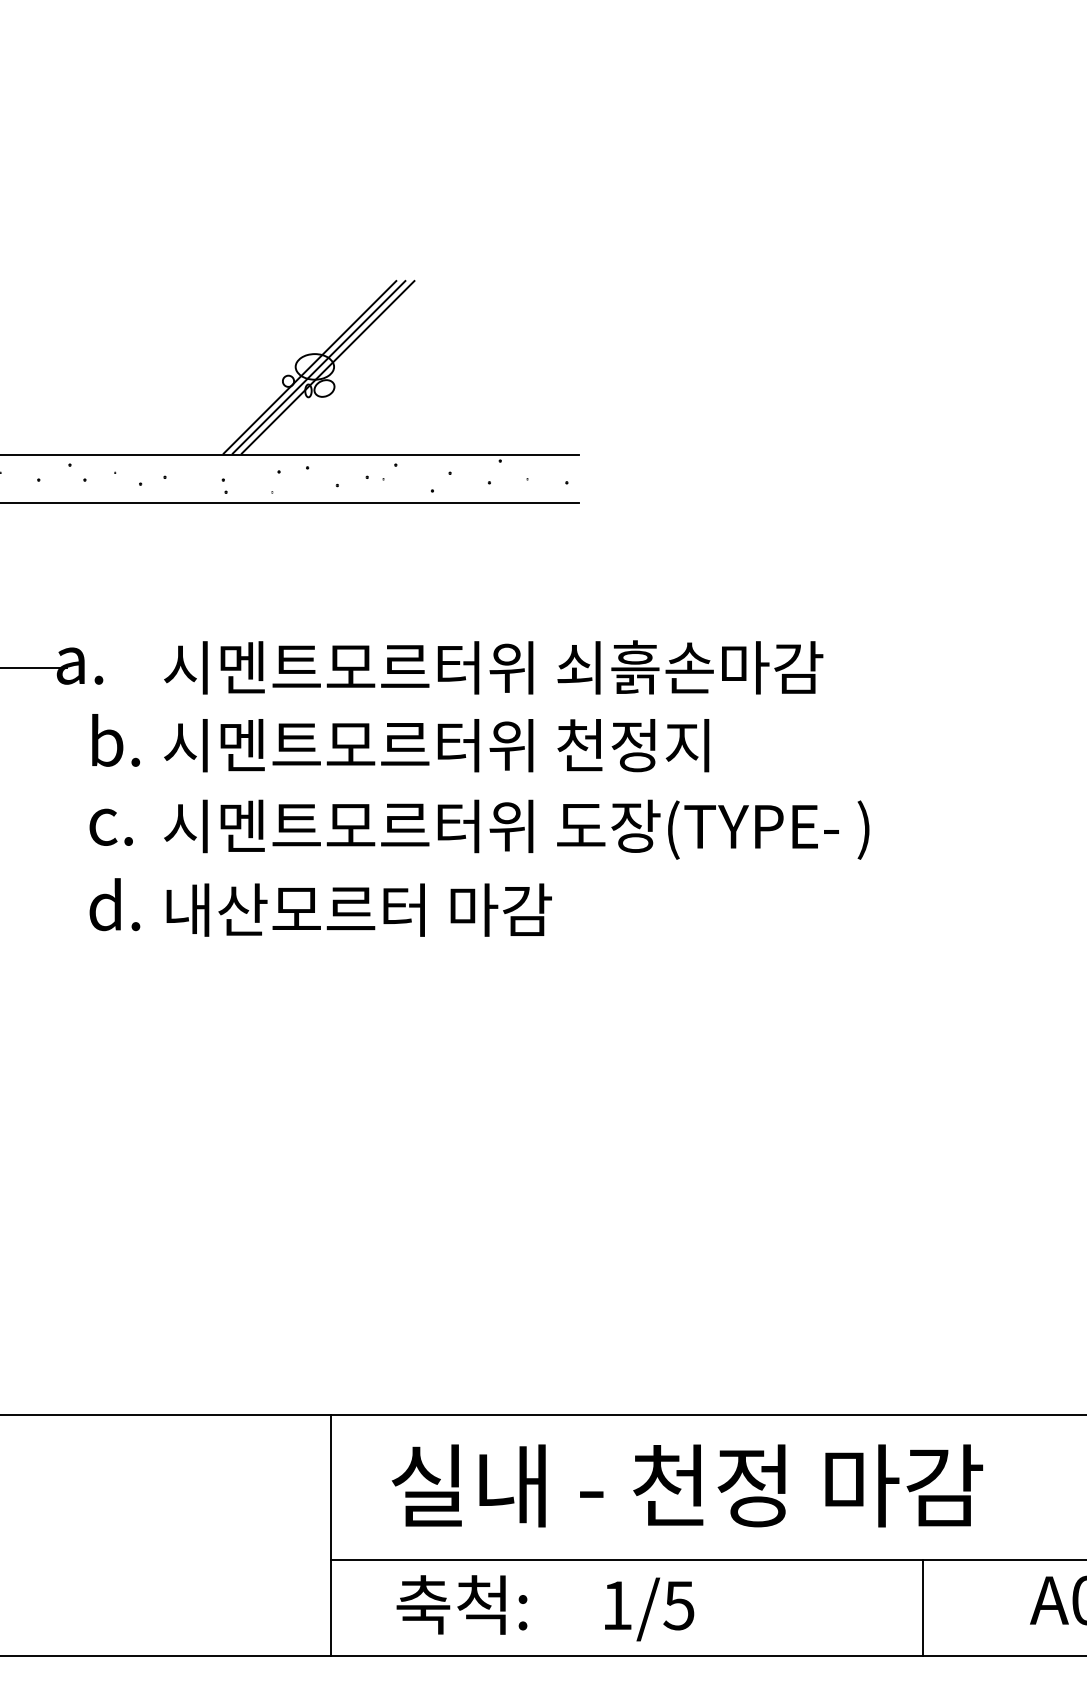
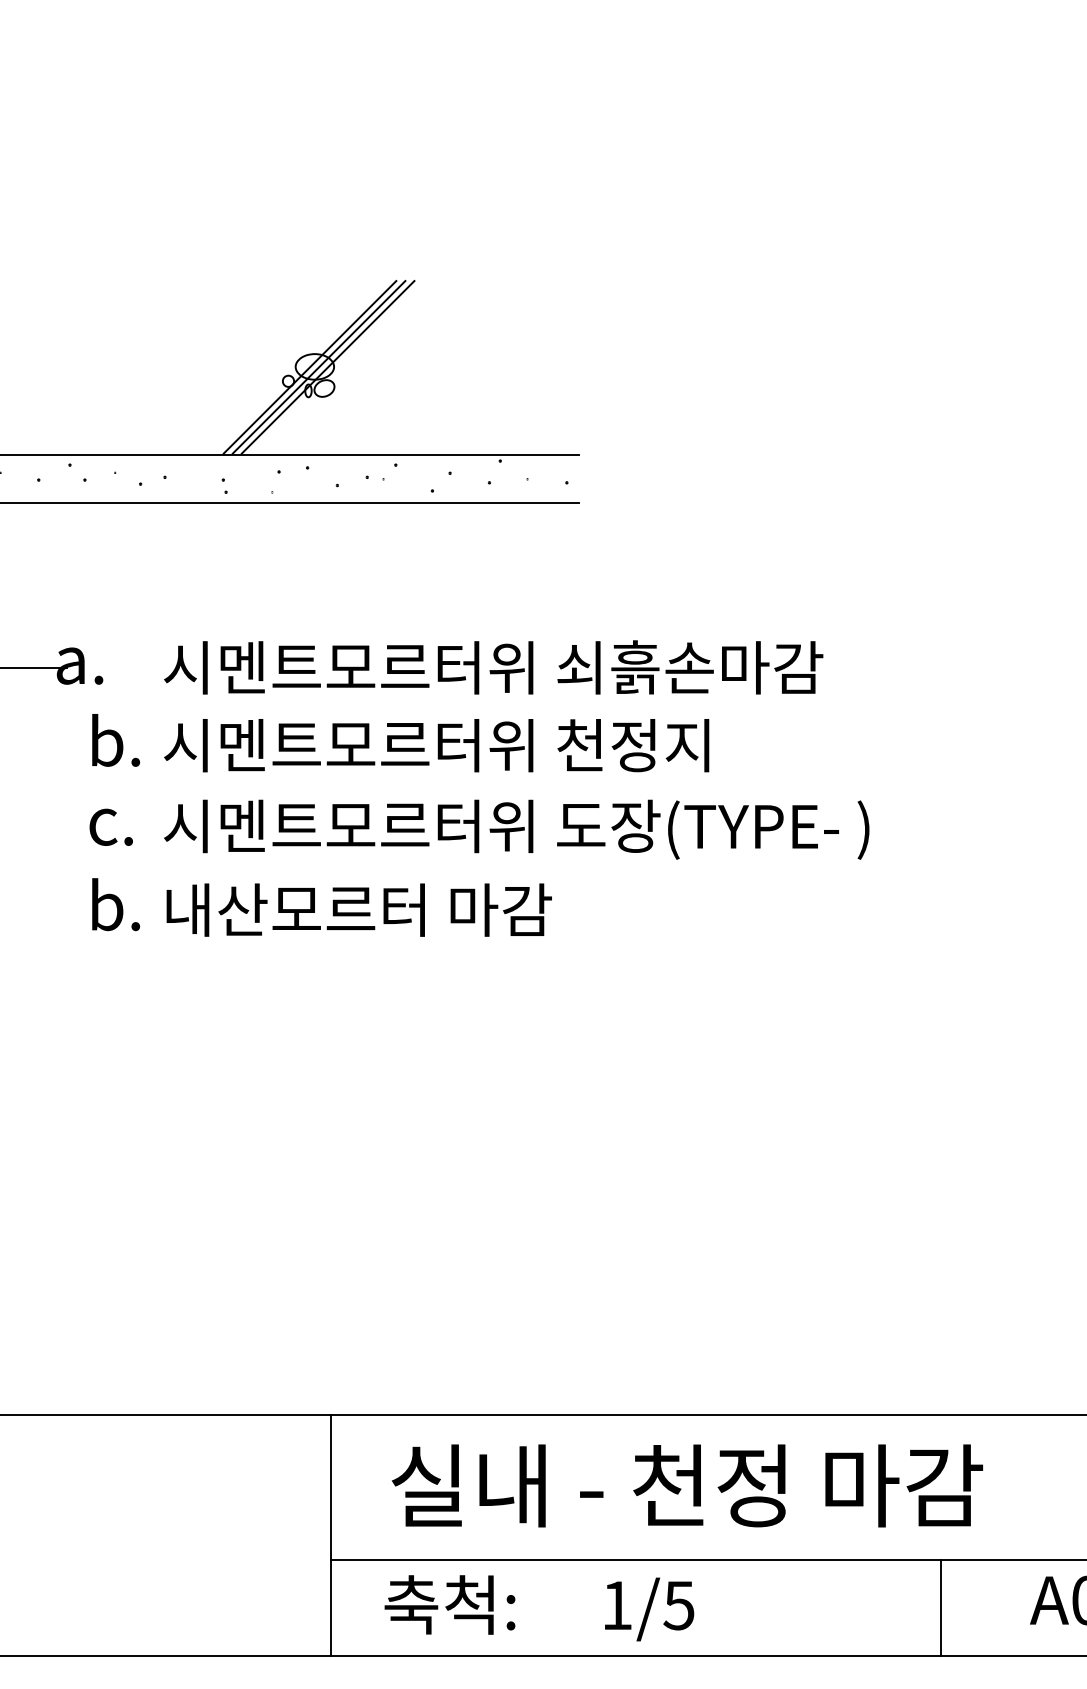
text at (114, 904): d. -> b.
text at (461, 1604) position: (461, 1604) -> (449, 1604)
line at (923, 1607) position: (923, 1607) -> (941, 1607)
